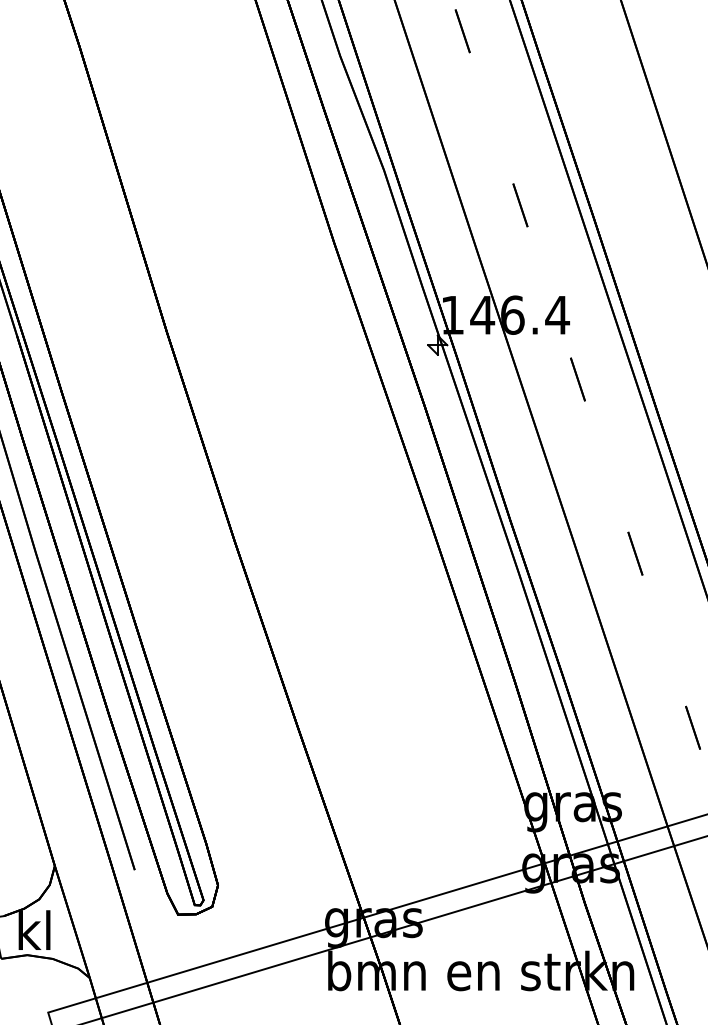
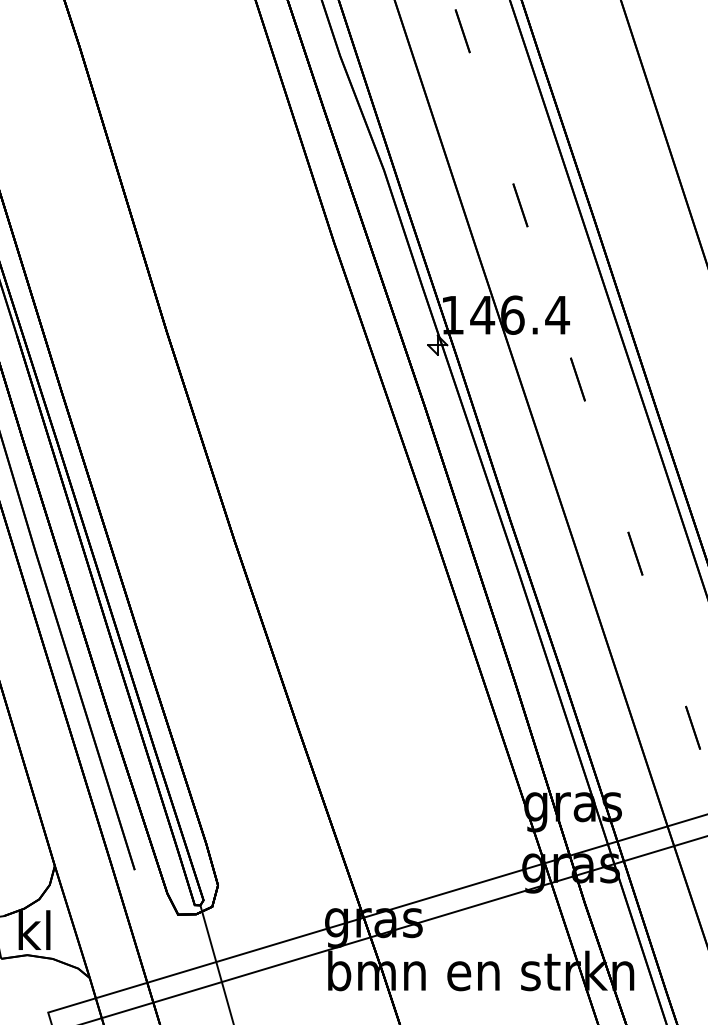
line at (216, 963): none -> present
